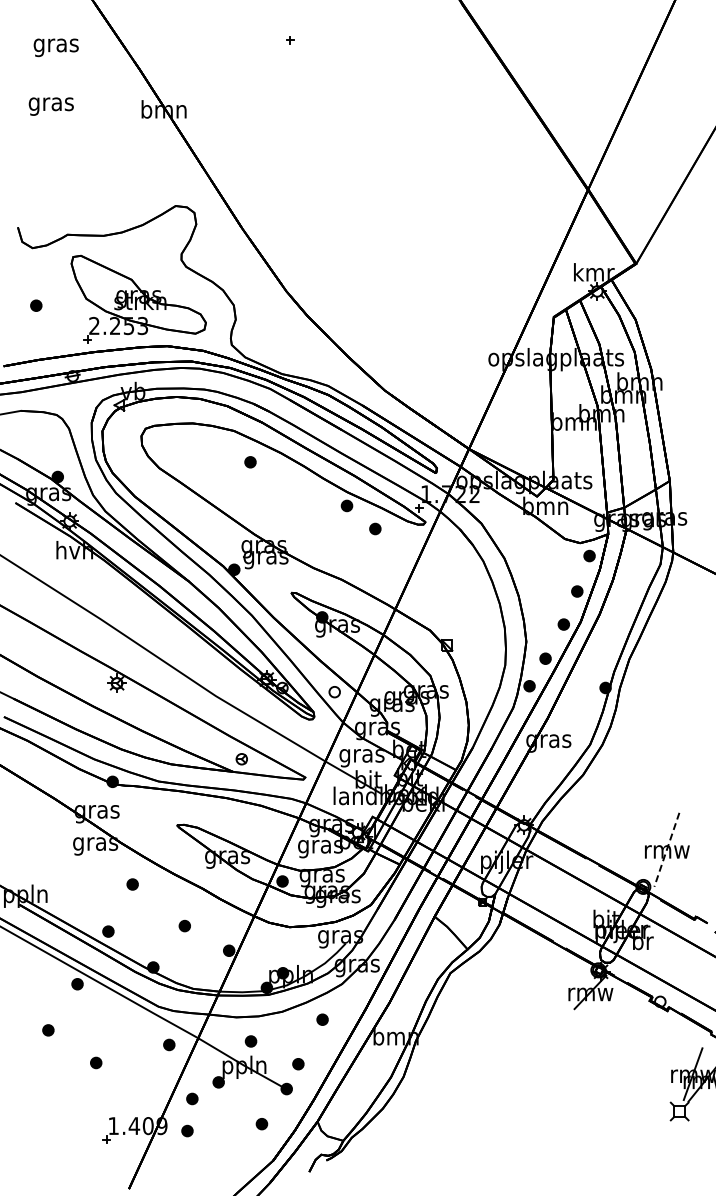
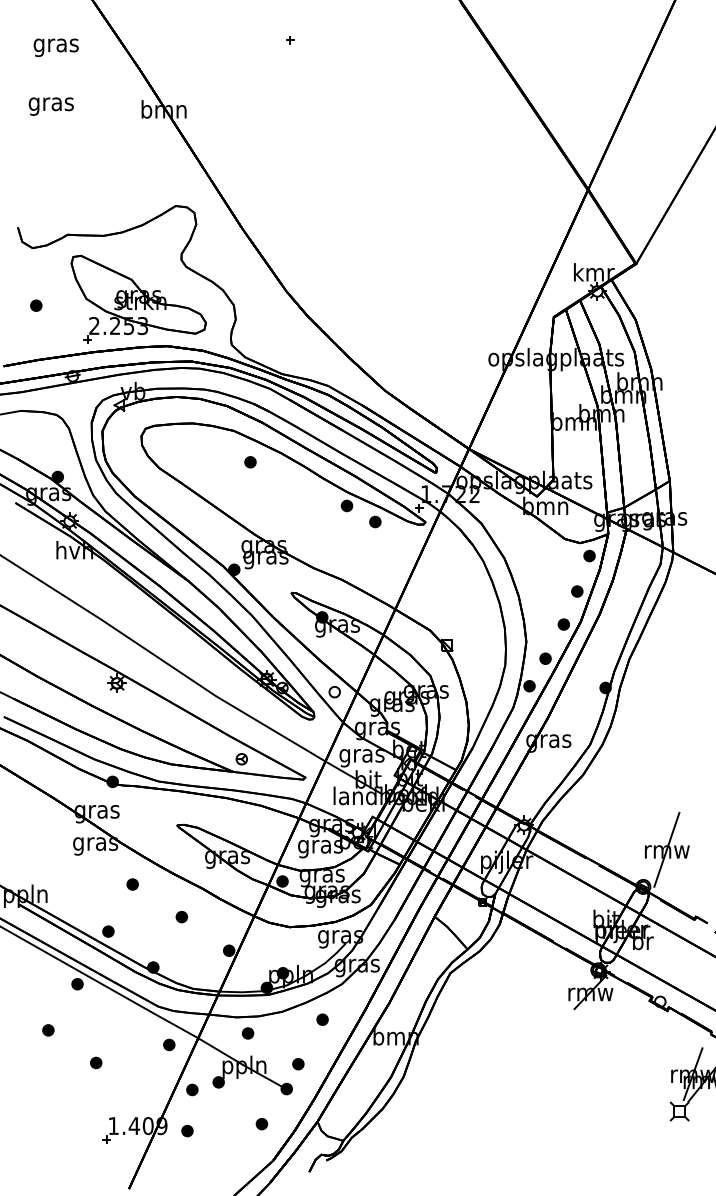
part at (375, 528) position: (375, 528) -> (375, 521)
line at (666, 850): dashed -> solid
part at (184, 925) position: (184, 925) -> (181, 916)
part at (250, 1041) position: (250, 1041) -> (247, 1033)
part at (192, 1098) position: (192, 1098) -> (192, 1089)
